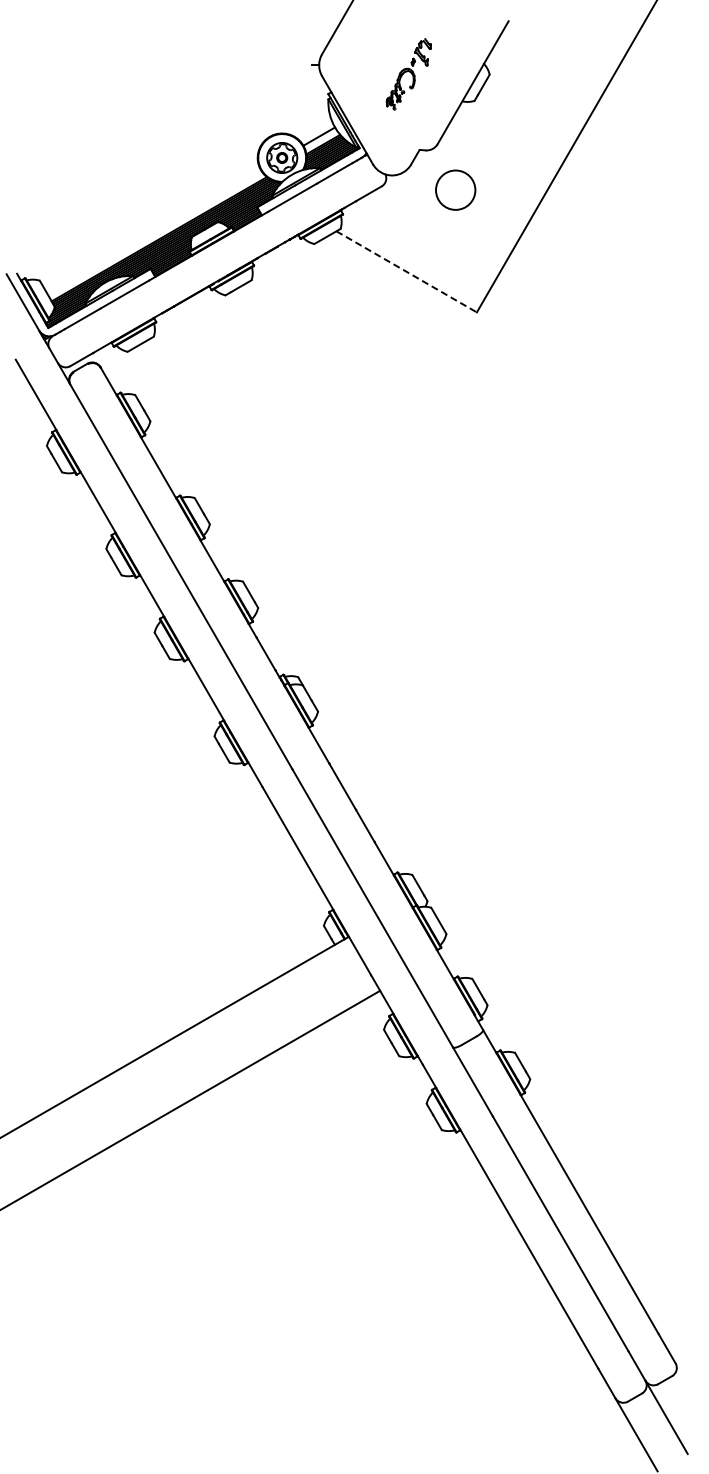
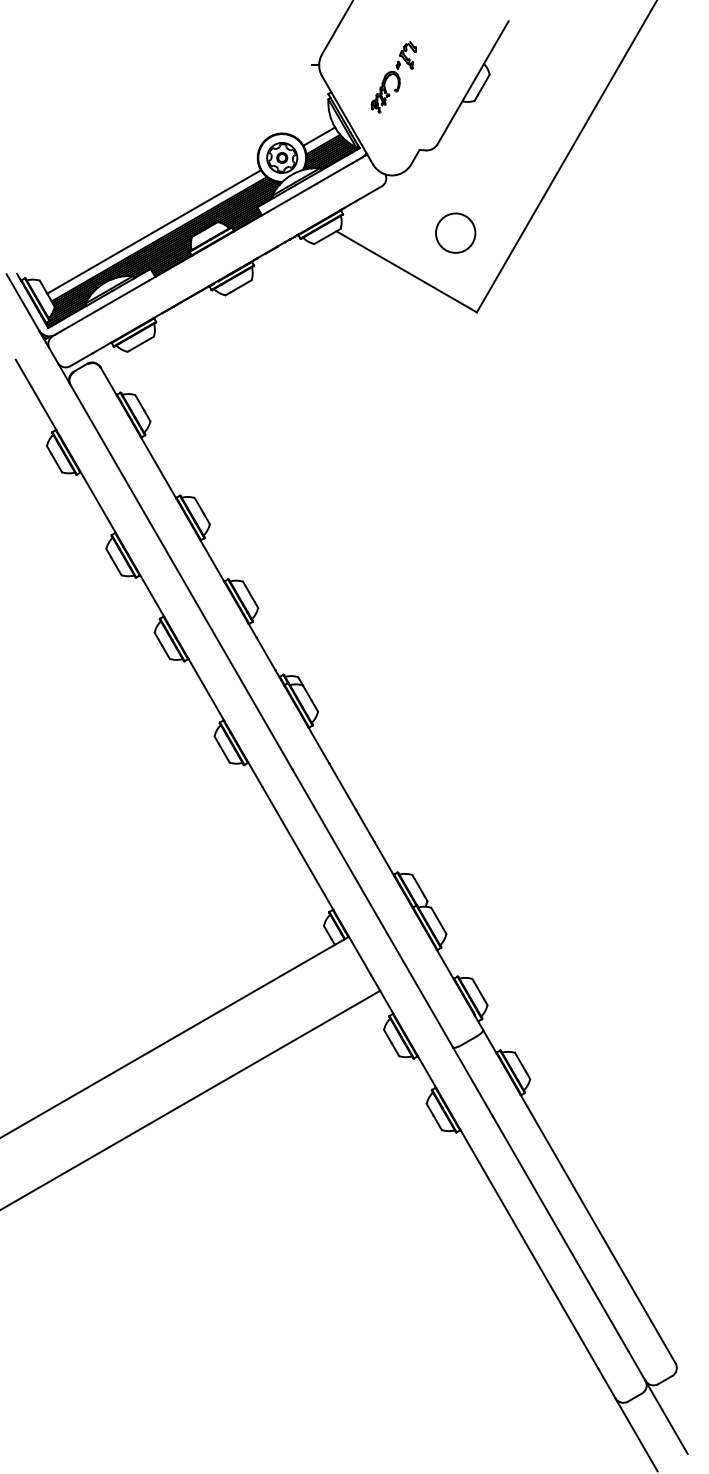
part at (408, 74) position: (408, 74) -> (393, 77)
circle at (455, 189) position: (455, 189) -> (455, 232)
line at (154, 231): none -> present
line at (407, 272): dashed -> solid
